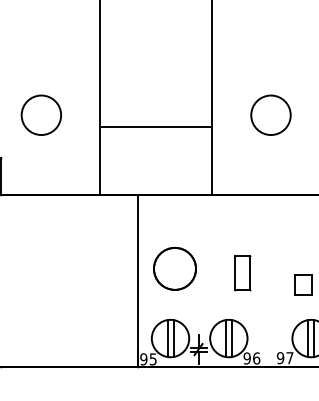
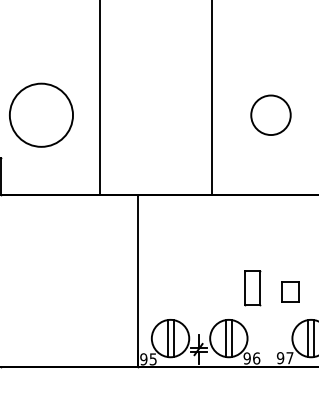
circle at (41, 115) diameter: 39 px -> 63 px
line at (156, 127): present -> none
circle at (174, 268): present -> none
part at (242, 273) position: (242, 273) -> (252, 288)
part at (303, 284) position: (303, 284) -> (290, 291)
